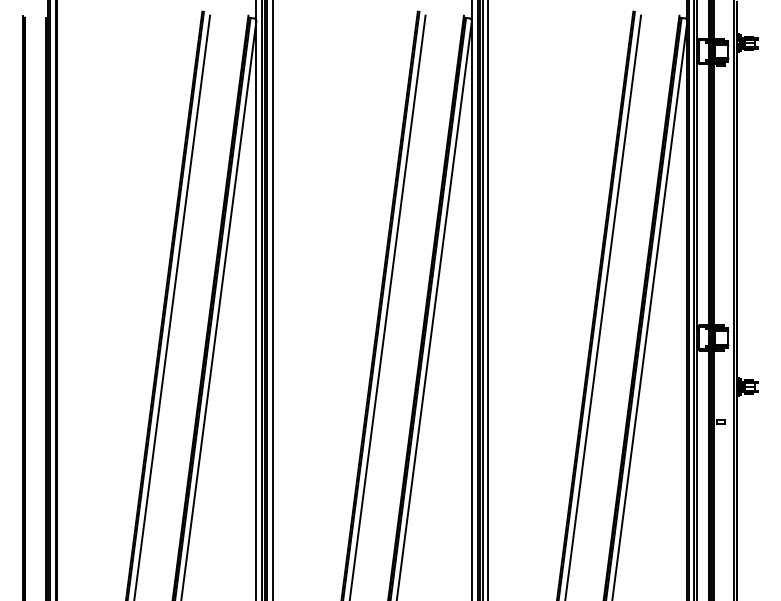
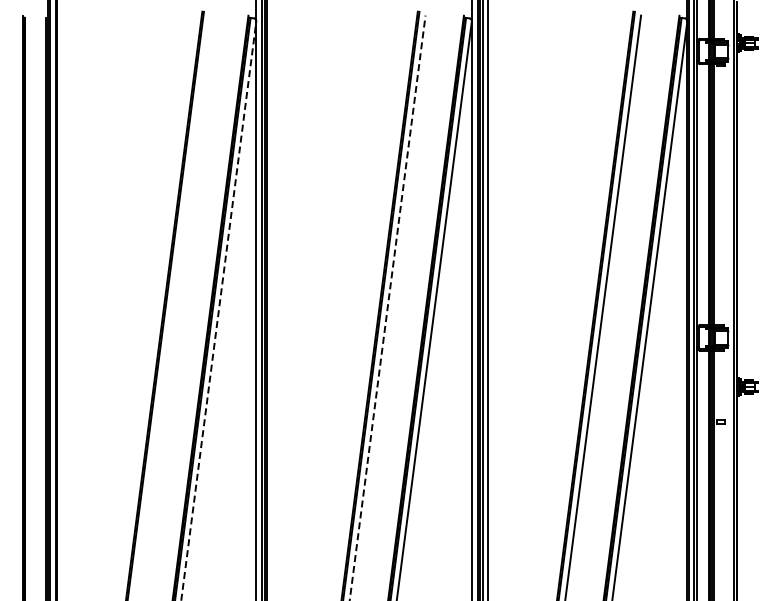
line at (272, 299): present -> none
line at (172, 306): present -> none
line at (387, 308): solid -> dashed
line at (218, 310): solid -> dashed
